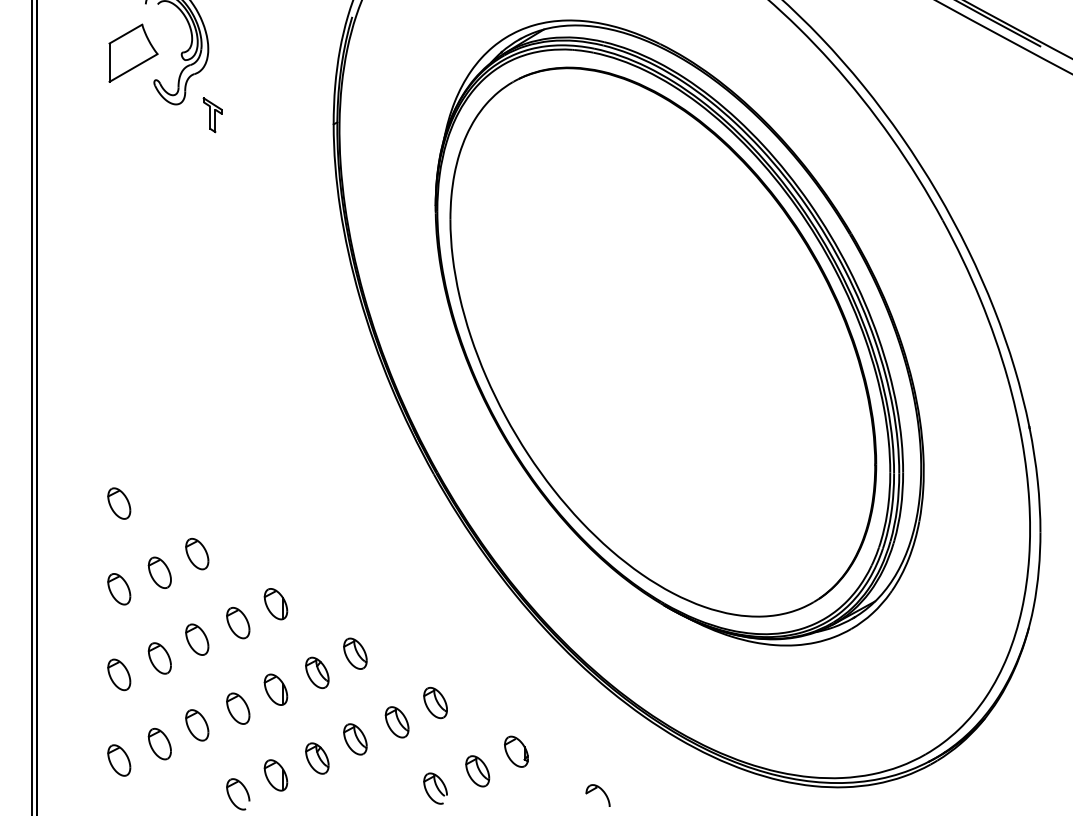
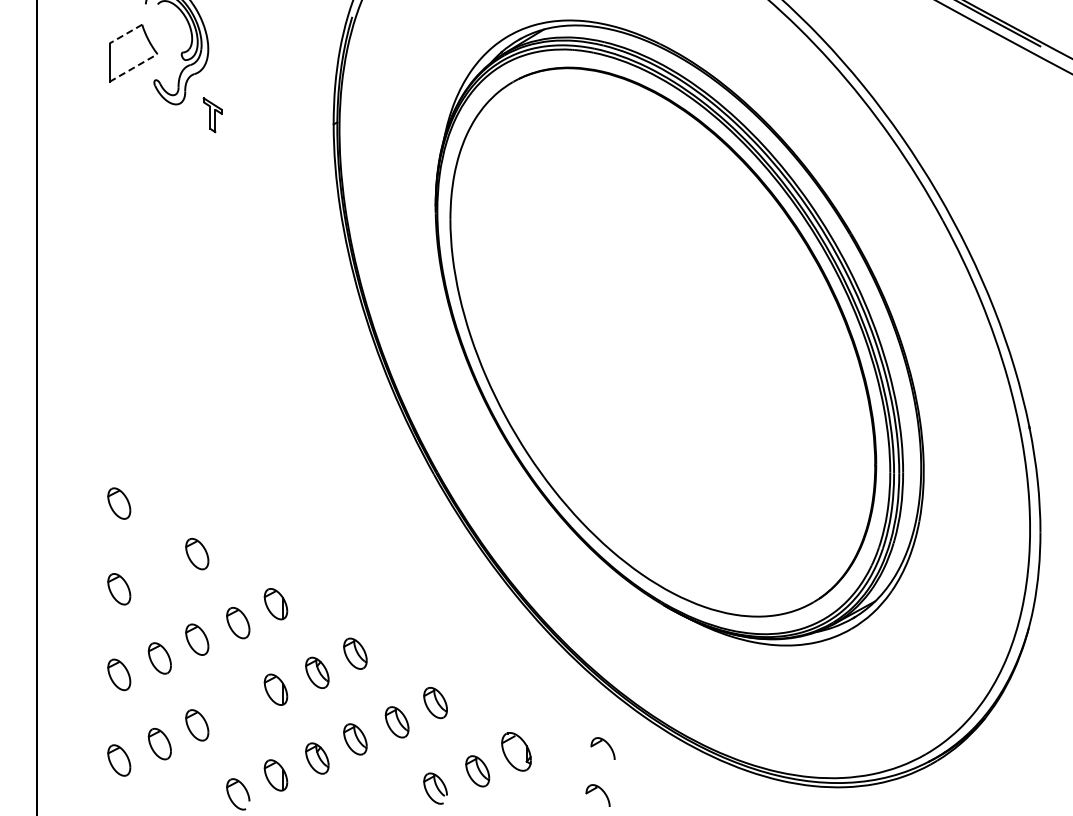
line at (125, 34): solid -> dashed
line at (133, 68): solid -> dashed
line at (32, 407): present -> none
part at (159, 572): present -> none
part at (238, 708): present -> none
part at (600, 742): none -> present
part at (516, 751) size: 25x33 px -> 31x40 px
